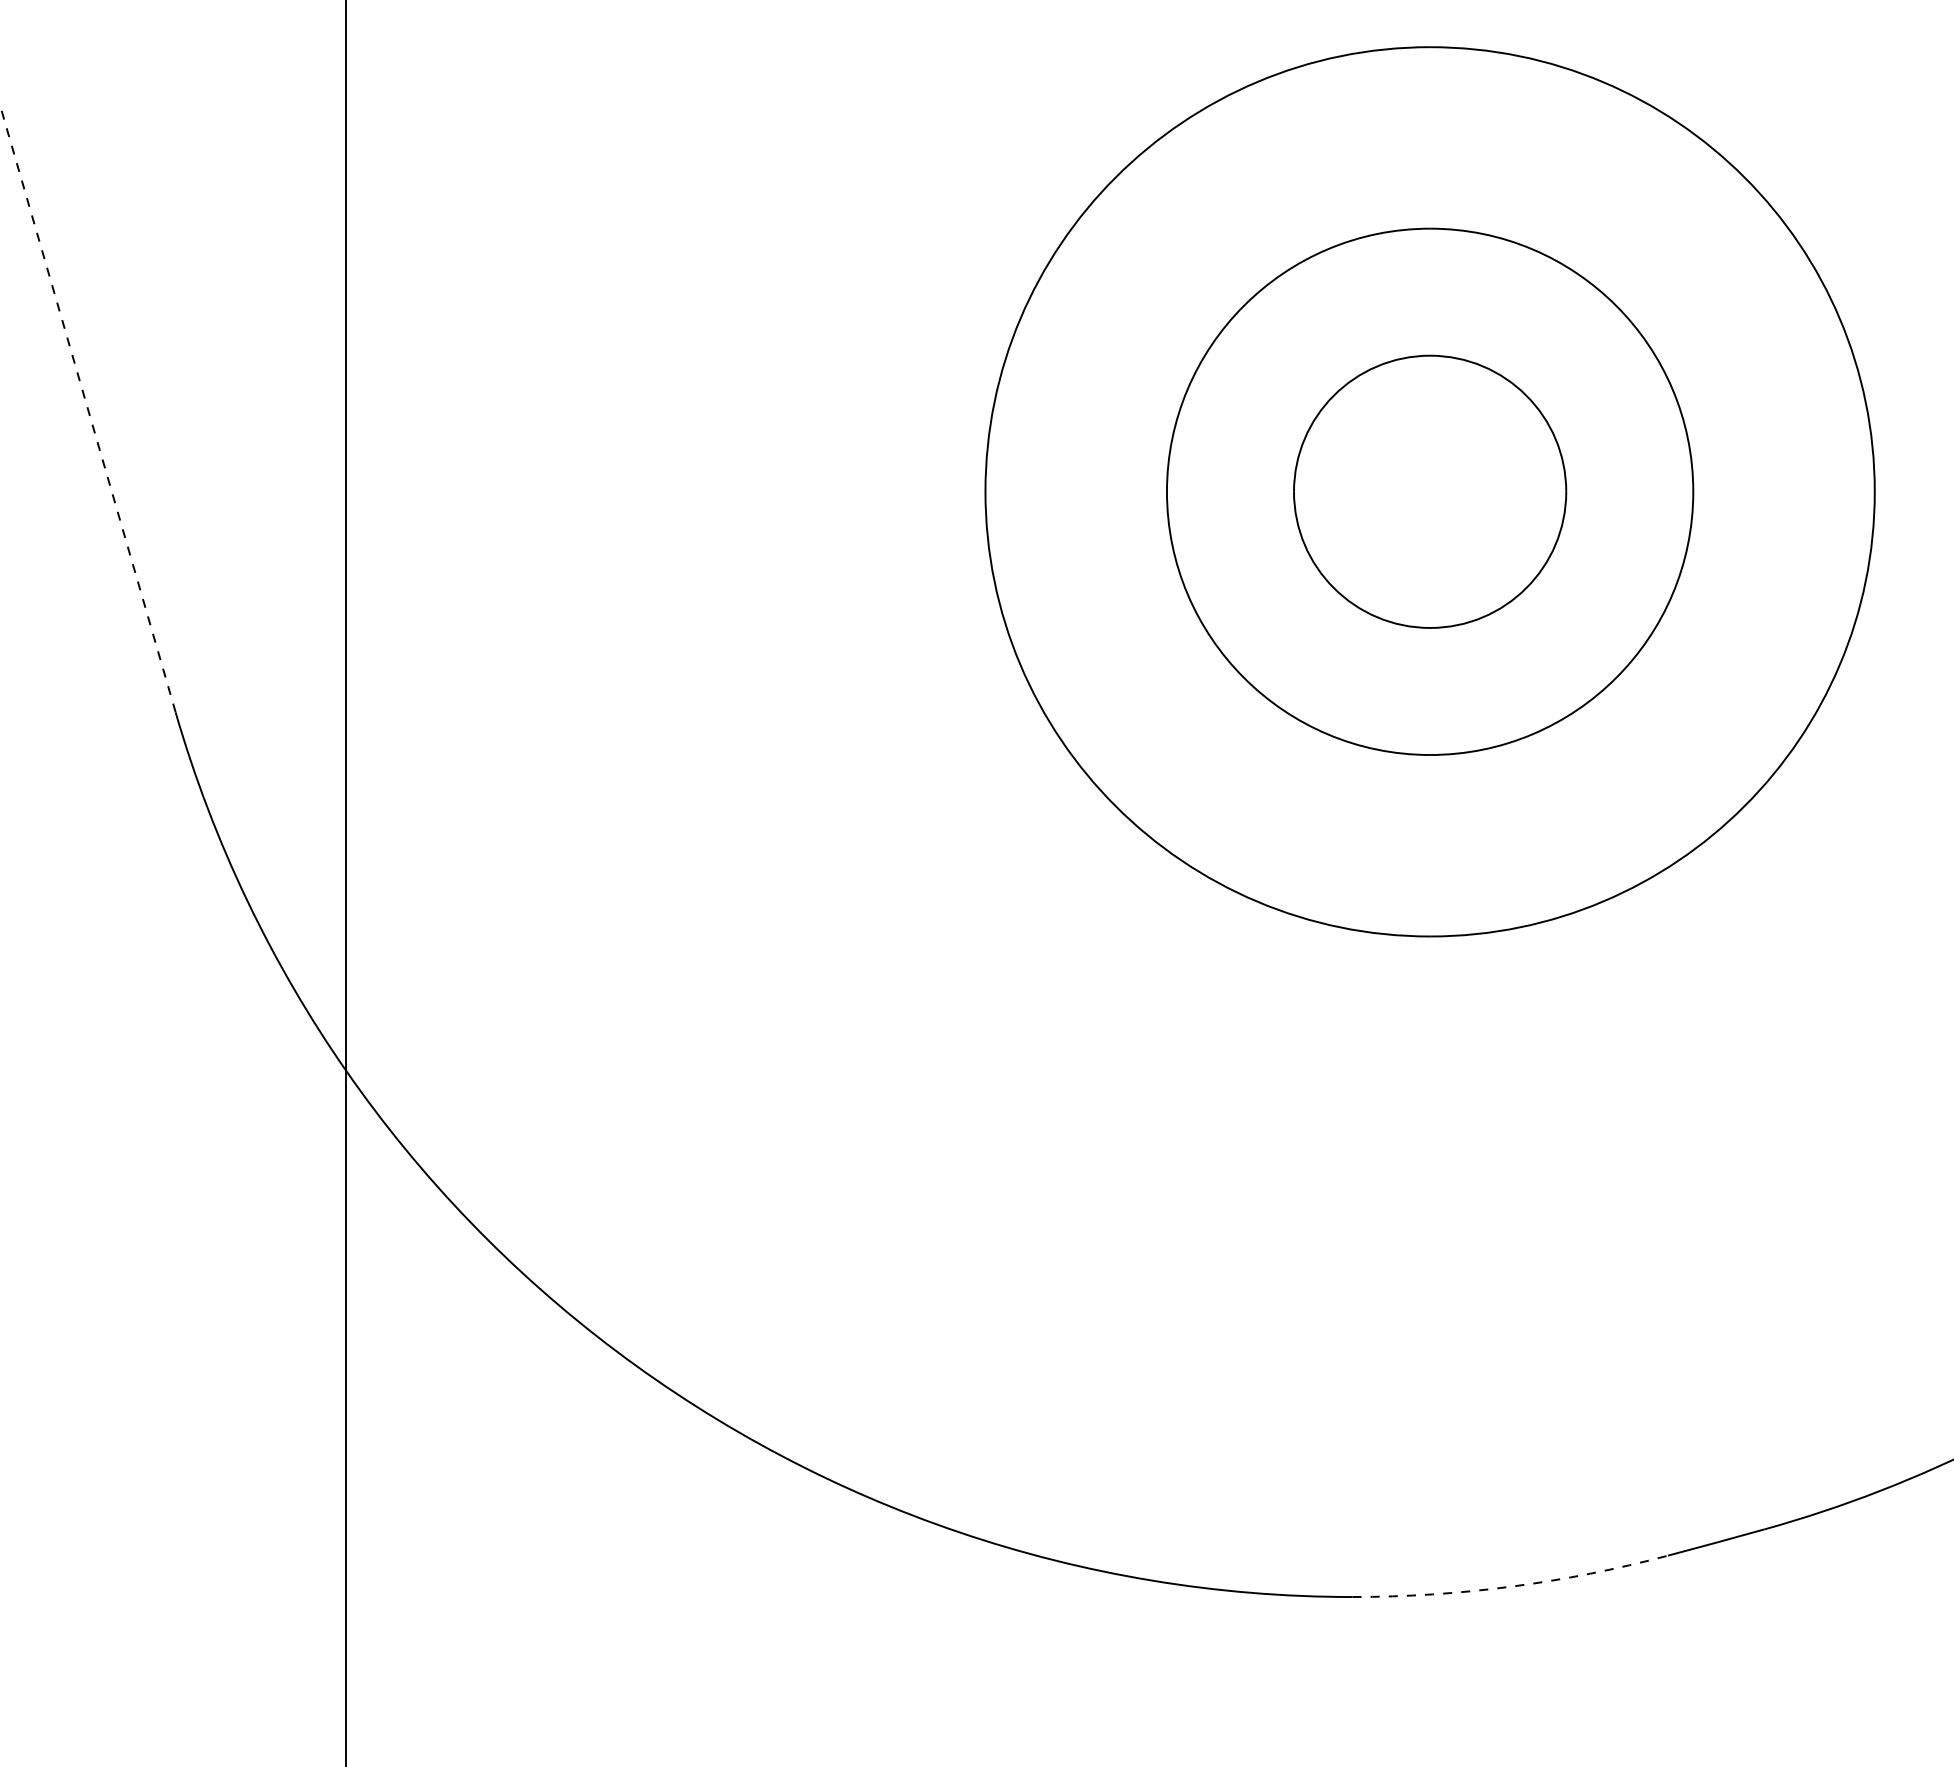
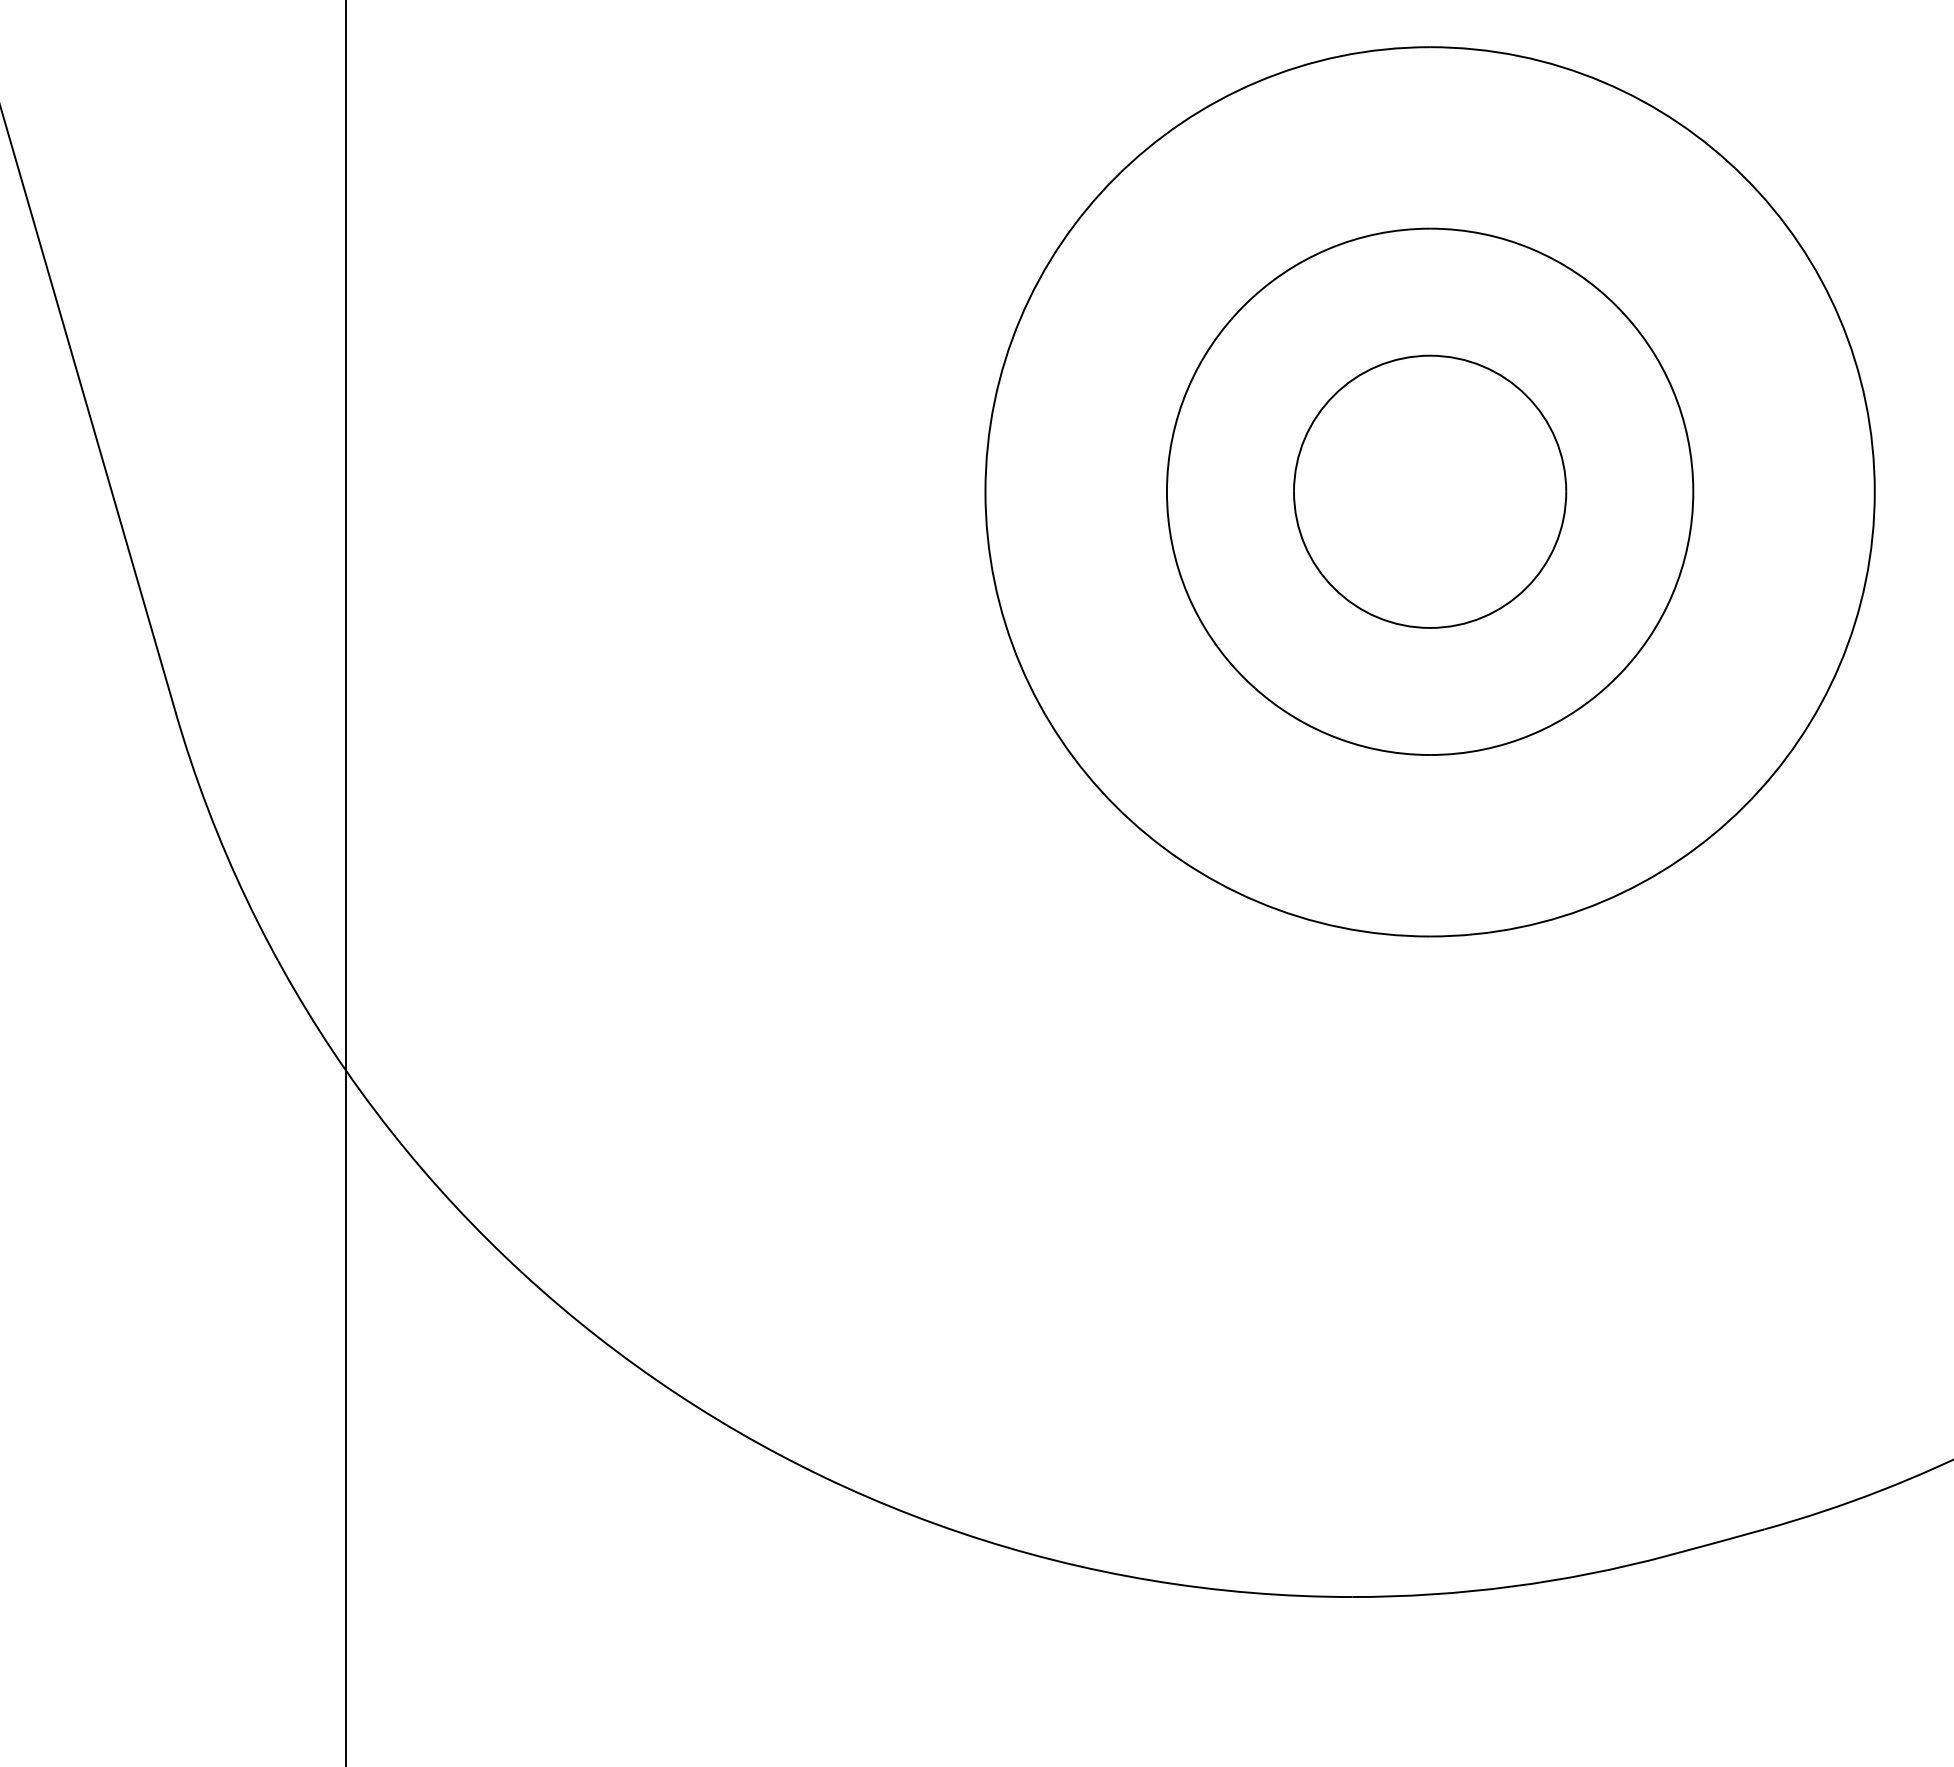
line at (87, 408): dashed -> solid
arc at (1511, 1586): dashed -> solid
